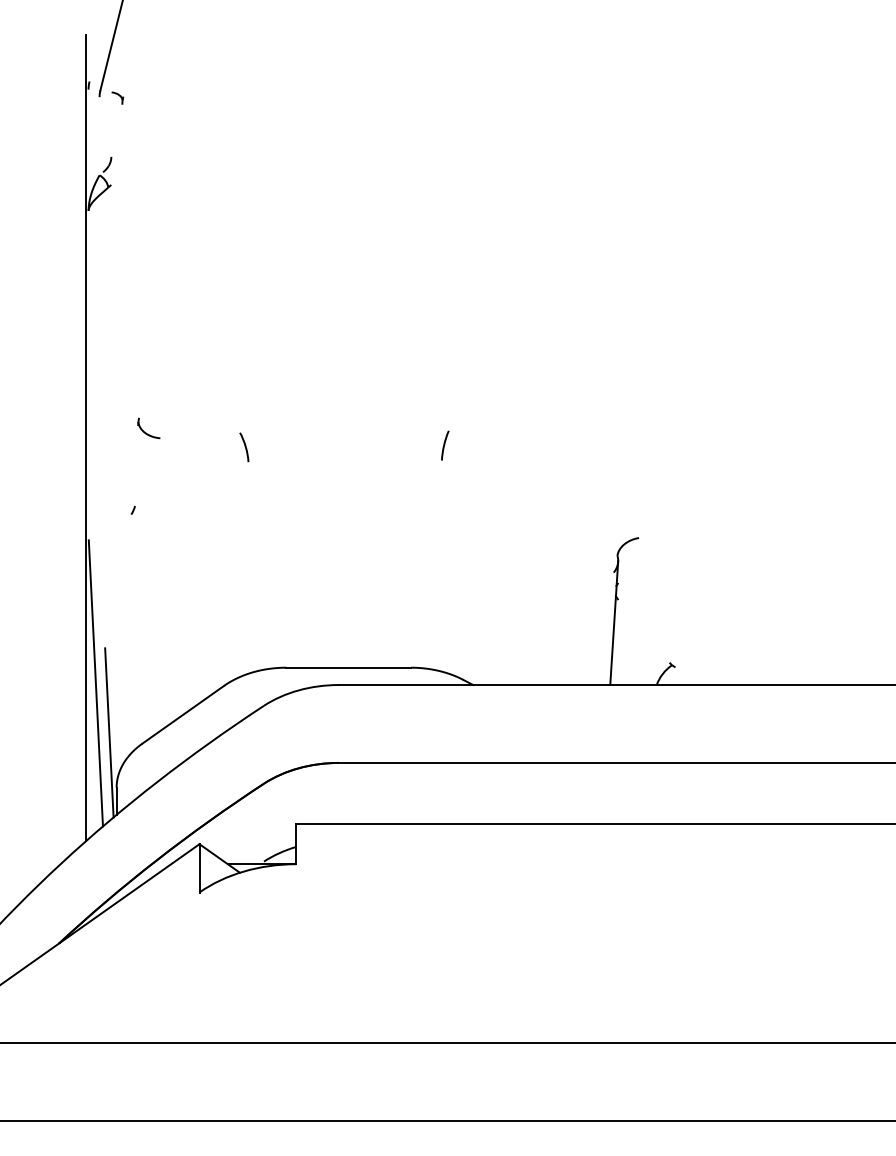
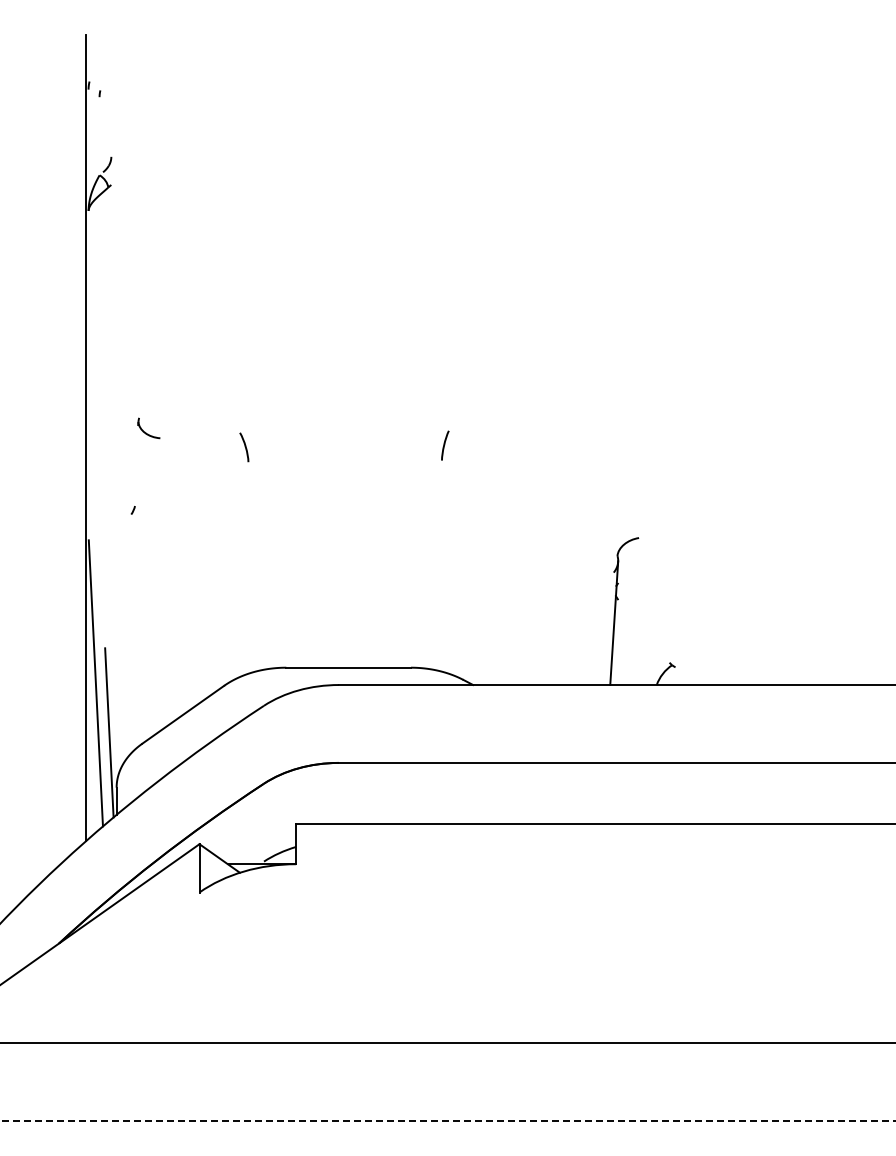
line at (111, 46): present -> none
part at (117, 97): present -> none
line at (448, 1121): solid -> dashed
